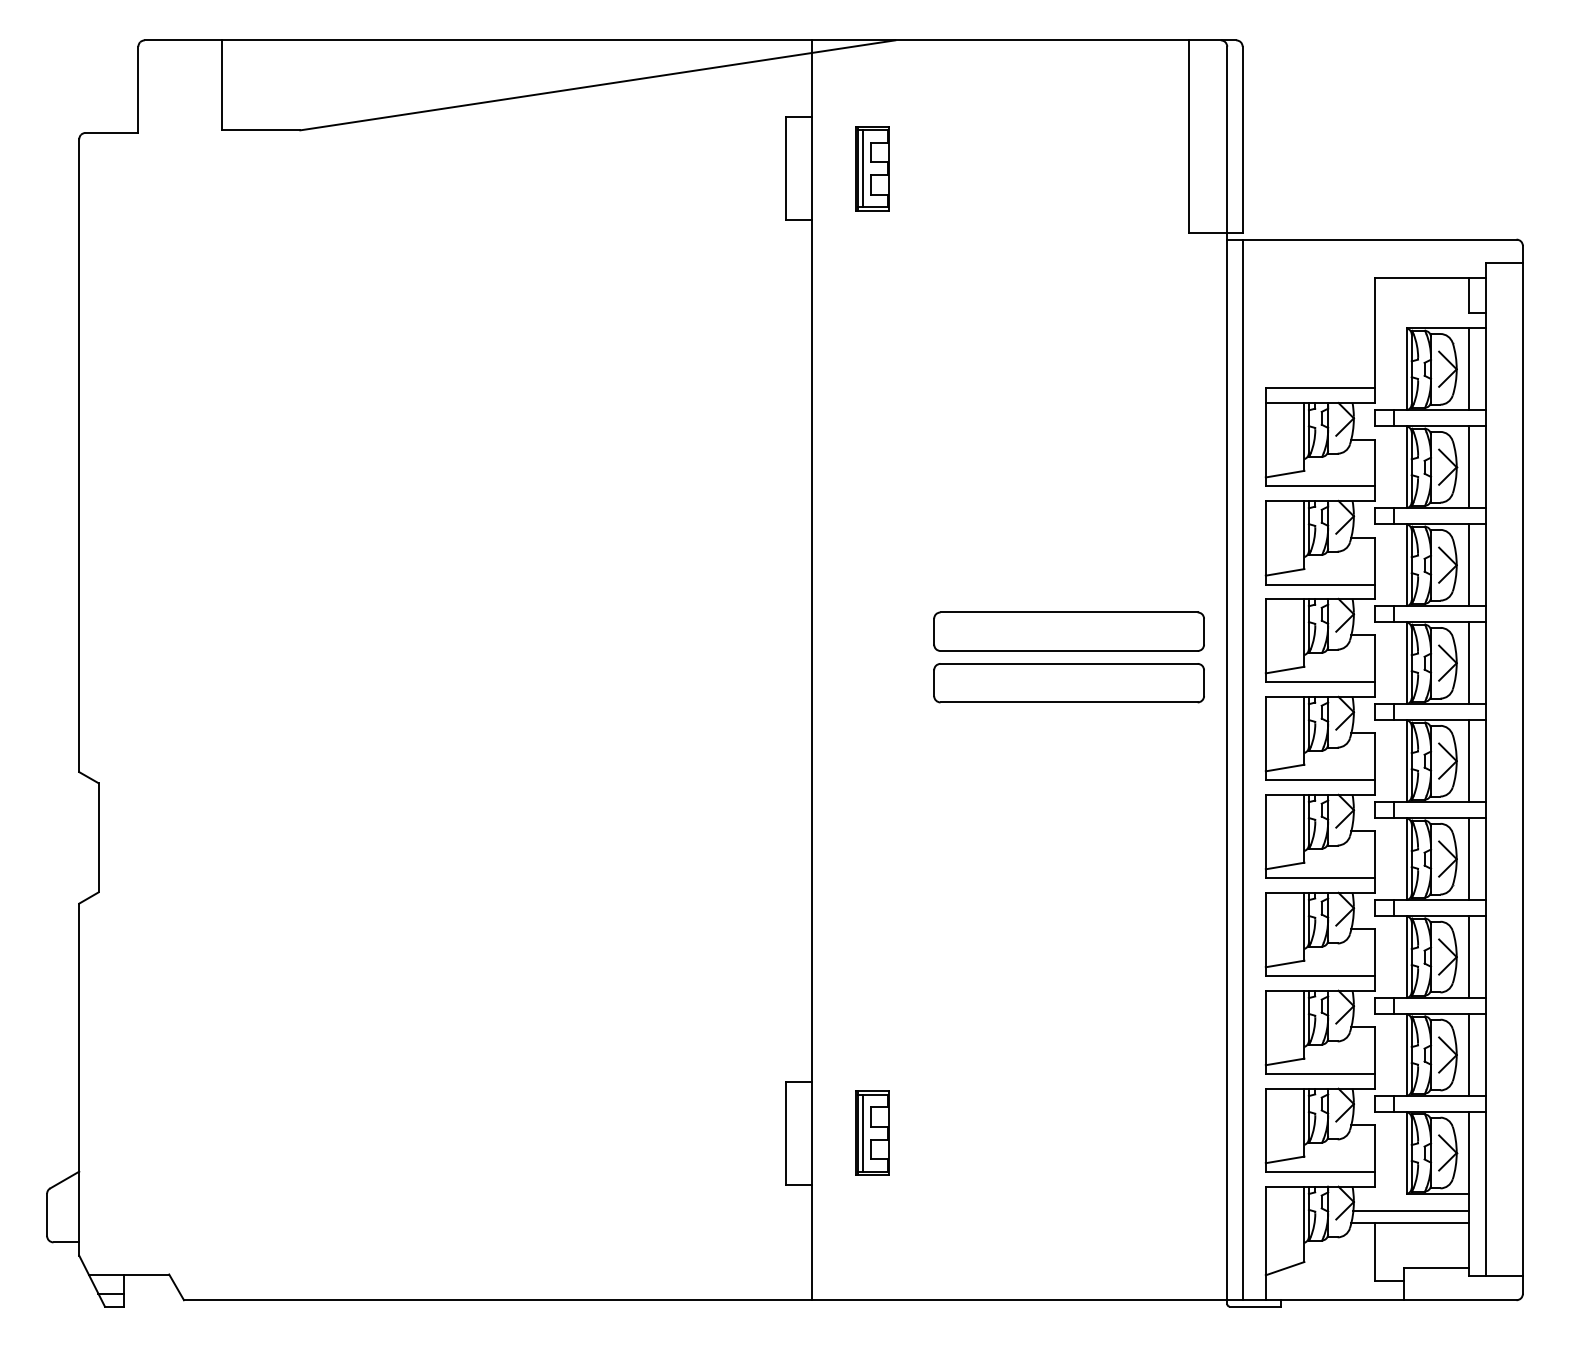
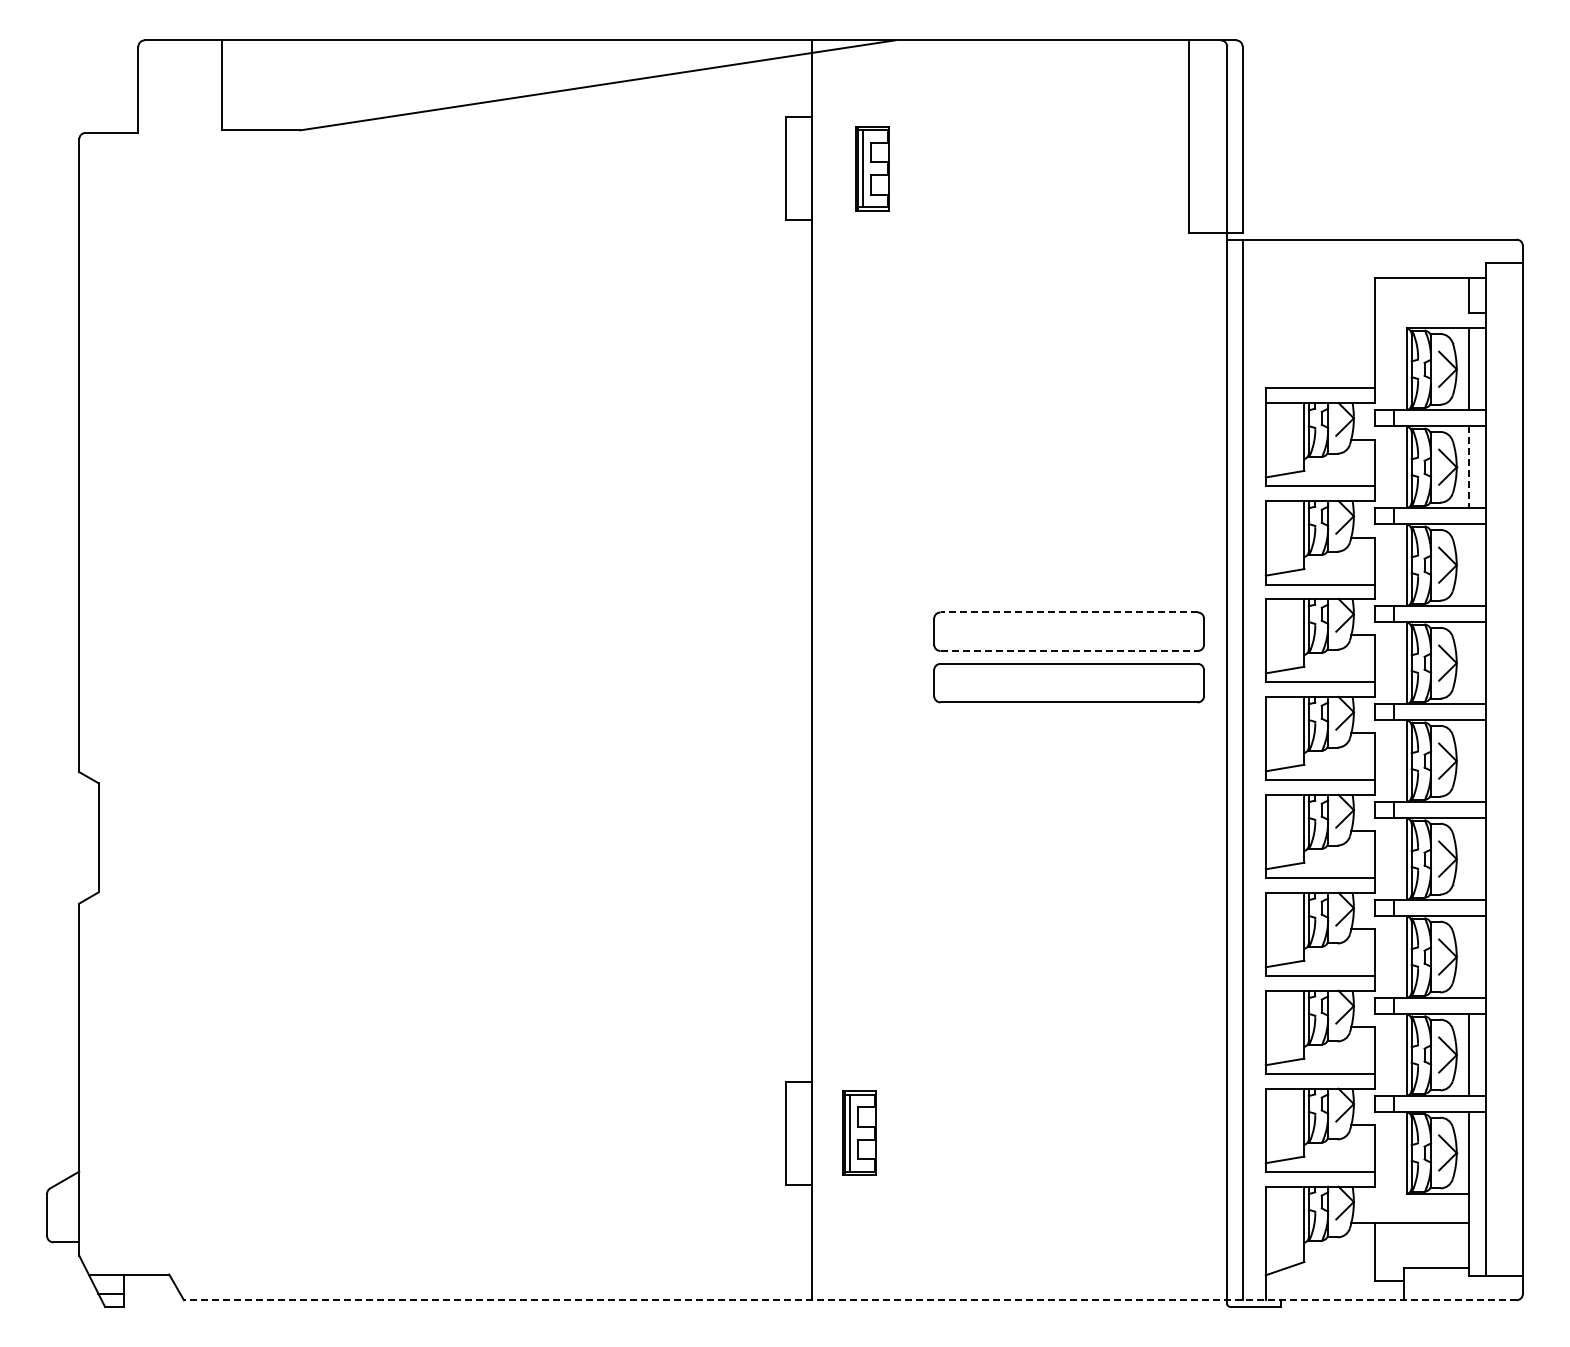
line at (1468, 467): solid -> dashed
line at (1468, 565): present -> none
line at (1069, 612): solid -> dashed
line at (1069, 651): solid -> dashed
line at (1468, 663): present -> none
line at (1468, 761): present -> none
line at (1468, 859): present -> none
line at (1468, 956): present -> none
part at (872, 1132) position: (872, 1132) -> (859, 1132)
line at (1410, 1210): present -> none
line at (849, 1300): solid -> dashed
